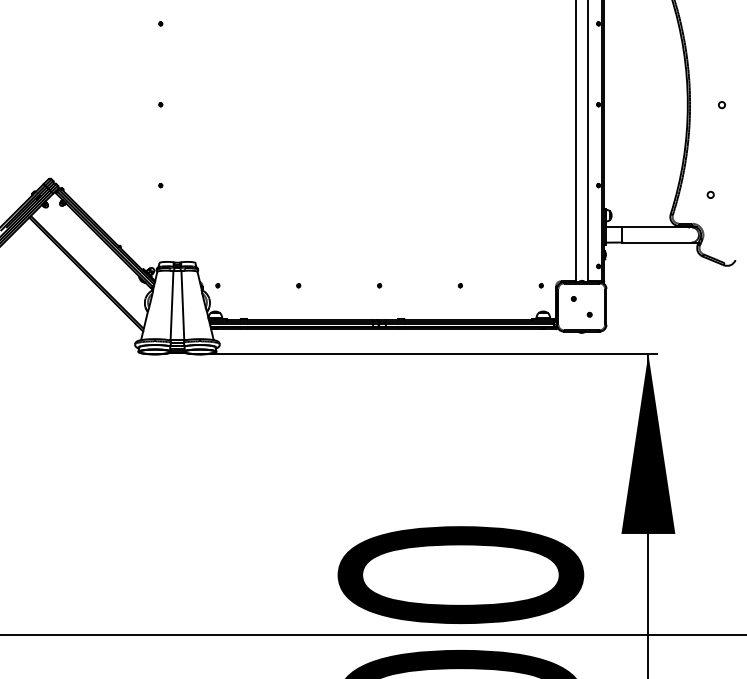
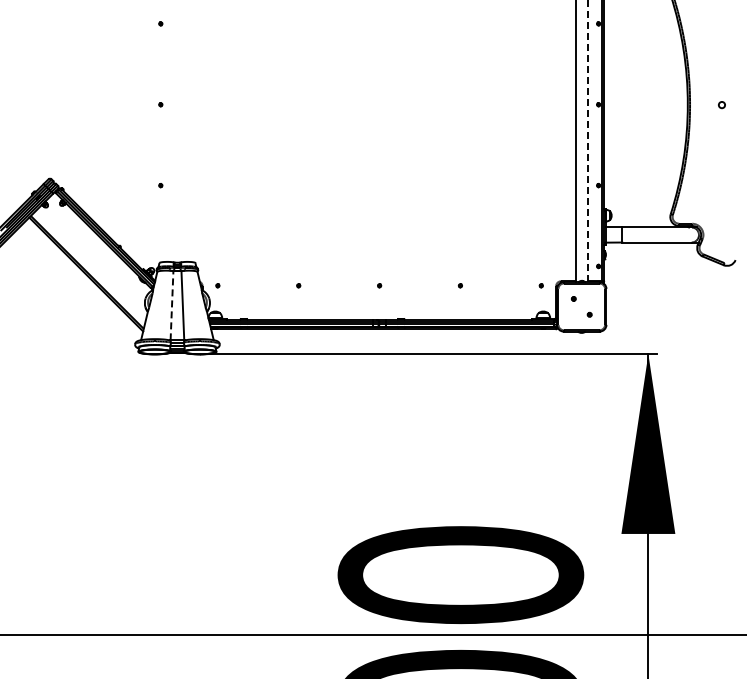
line at (587, 141): solid -> dashed
circle at (710, 194): present -> none
line at (172, 305): solid -> dashed
